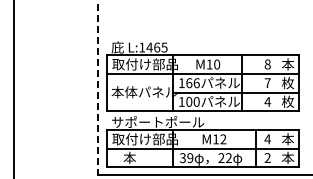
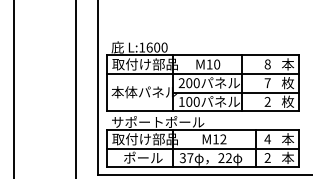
text at (156, 47): L:1465 -> L:1600
text at (188, 82): 166 -> 200
line at (75, 88): none -> present
line at (97, 88): dashed -> solid
text at (267, 101): 4 -> 2
text at (142, 157): 本 -> ポール
text at (190, 158): 39 -> 37
